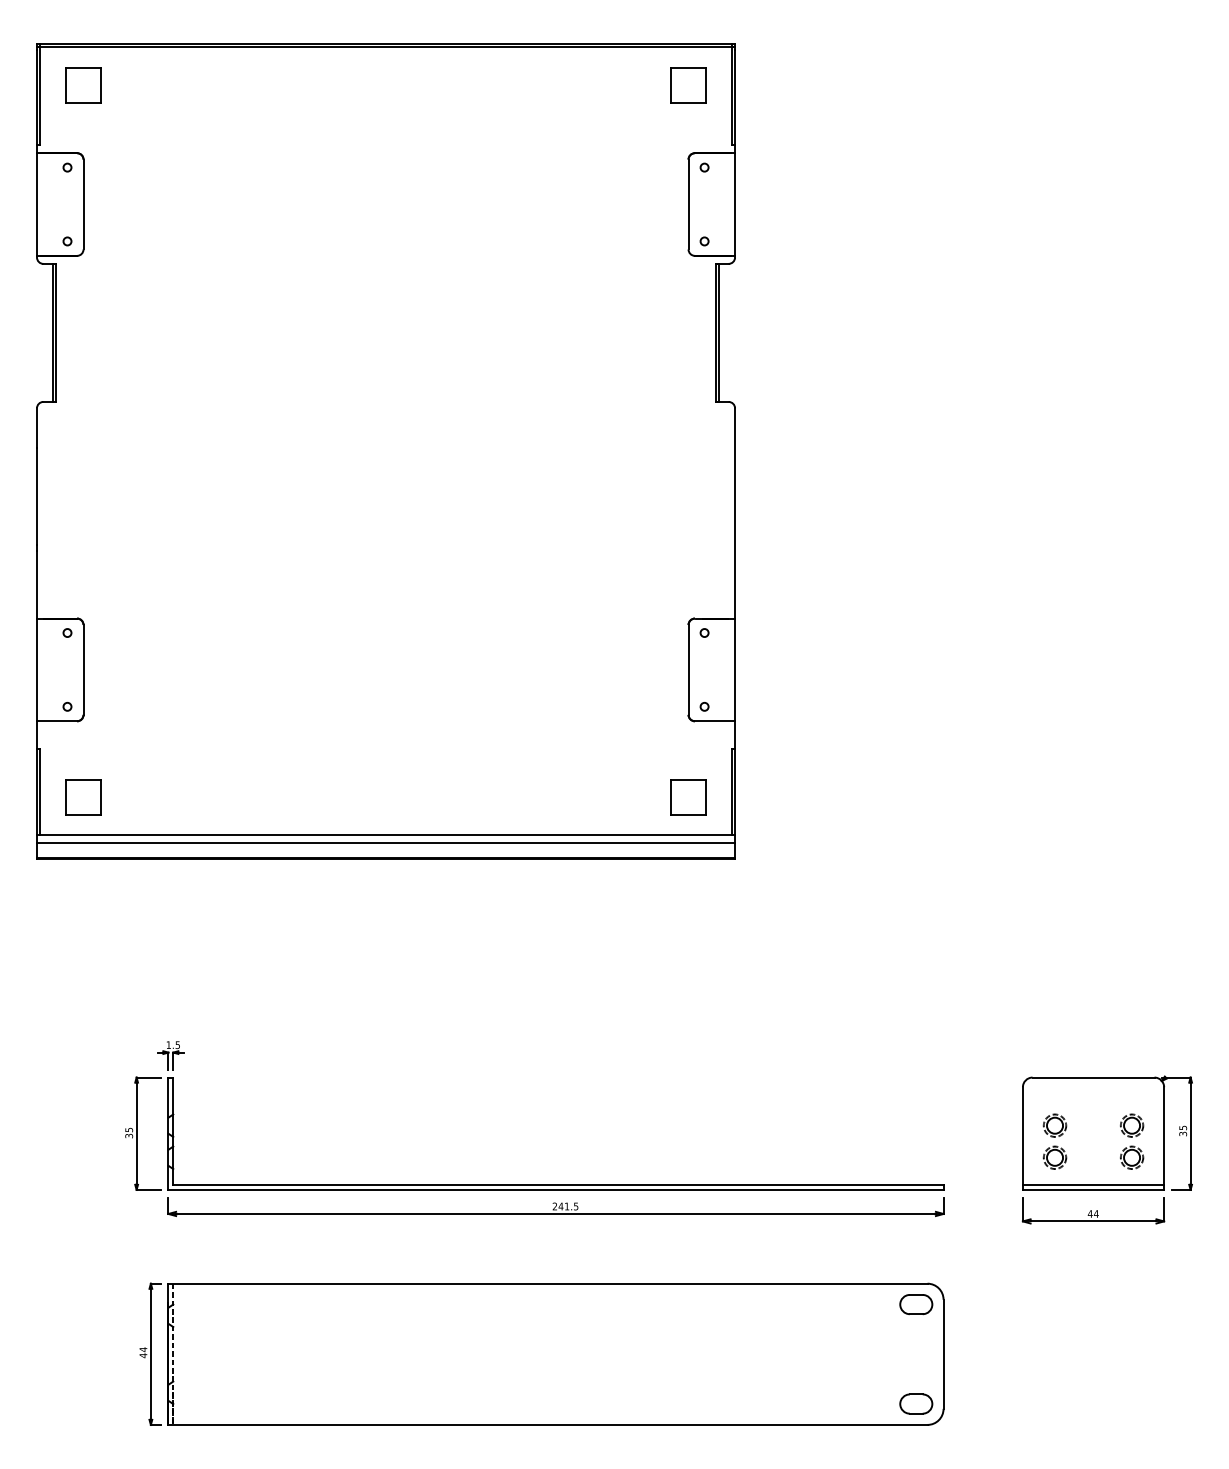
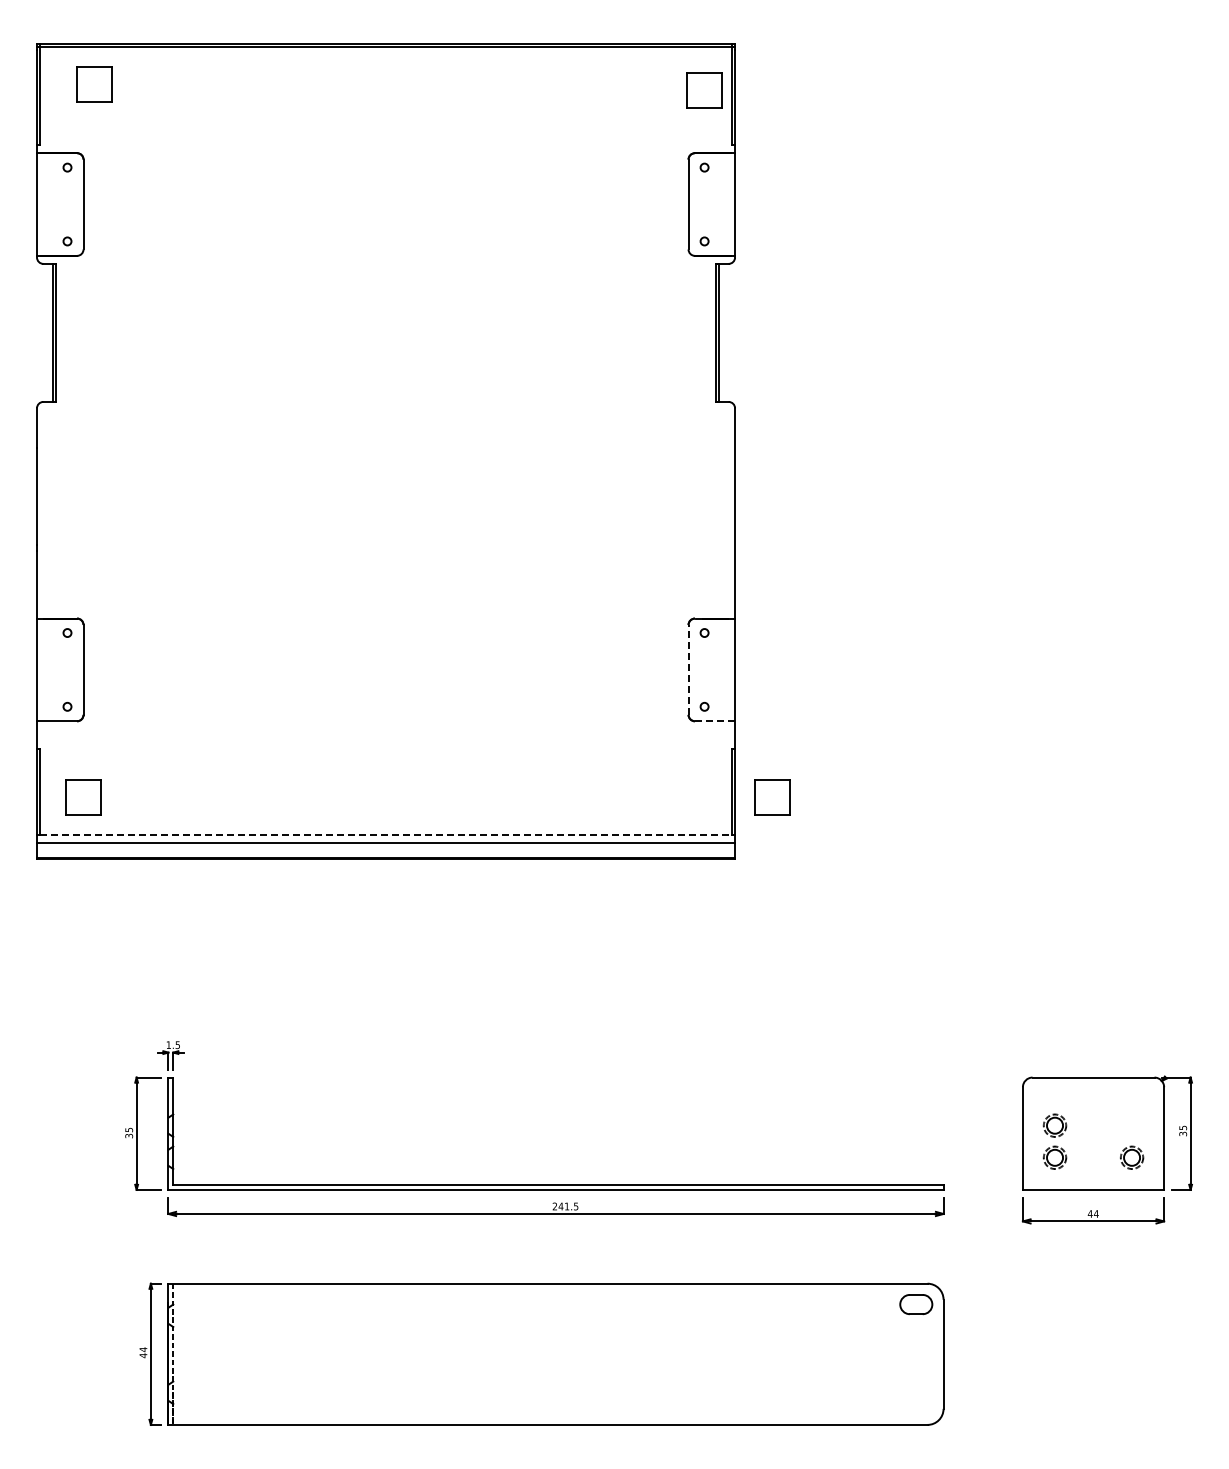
part at (83, 85) position: (83, 85) -> (94, 84)
part at (688, 85) position: (688, 85) -> (704, 90)
line at (688, 669): solid -> dashed
line at (714, 721): solid -> dashed
part at (688, 797) position: (688, 797) -> (772, 797)
line at (386, 835): solid -> dashed
part at (1132, 1125): present -> none
line at (1093, 1185): present -> none
part at (916, 1403): present -> none
